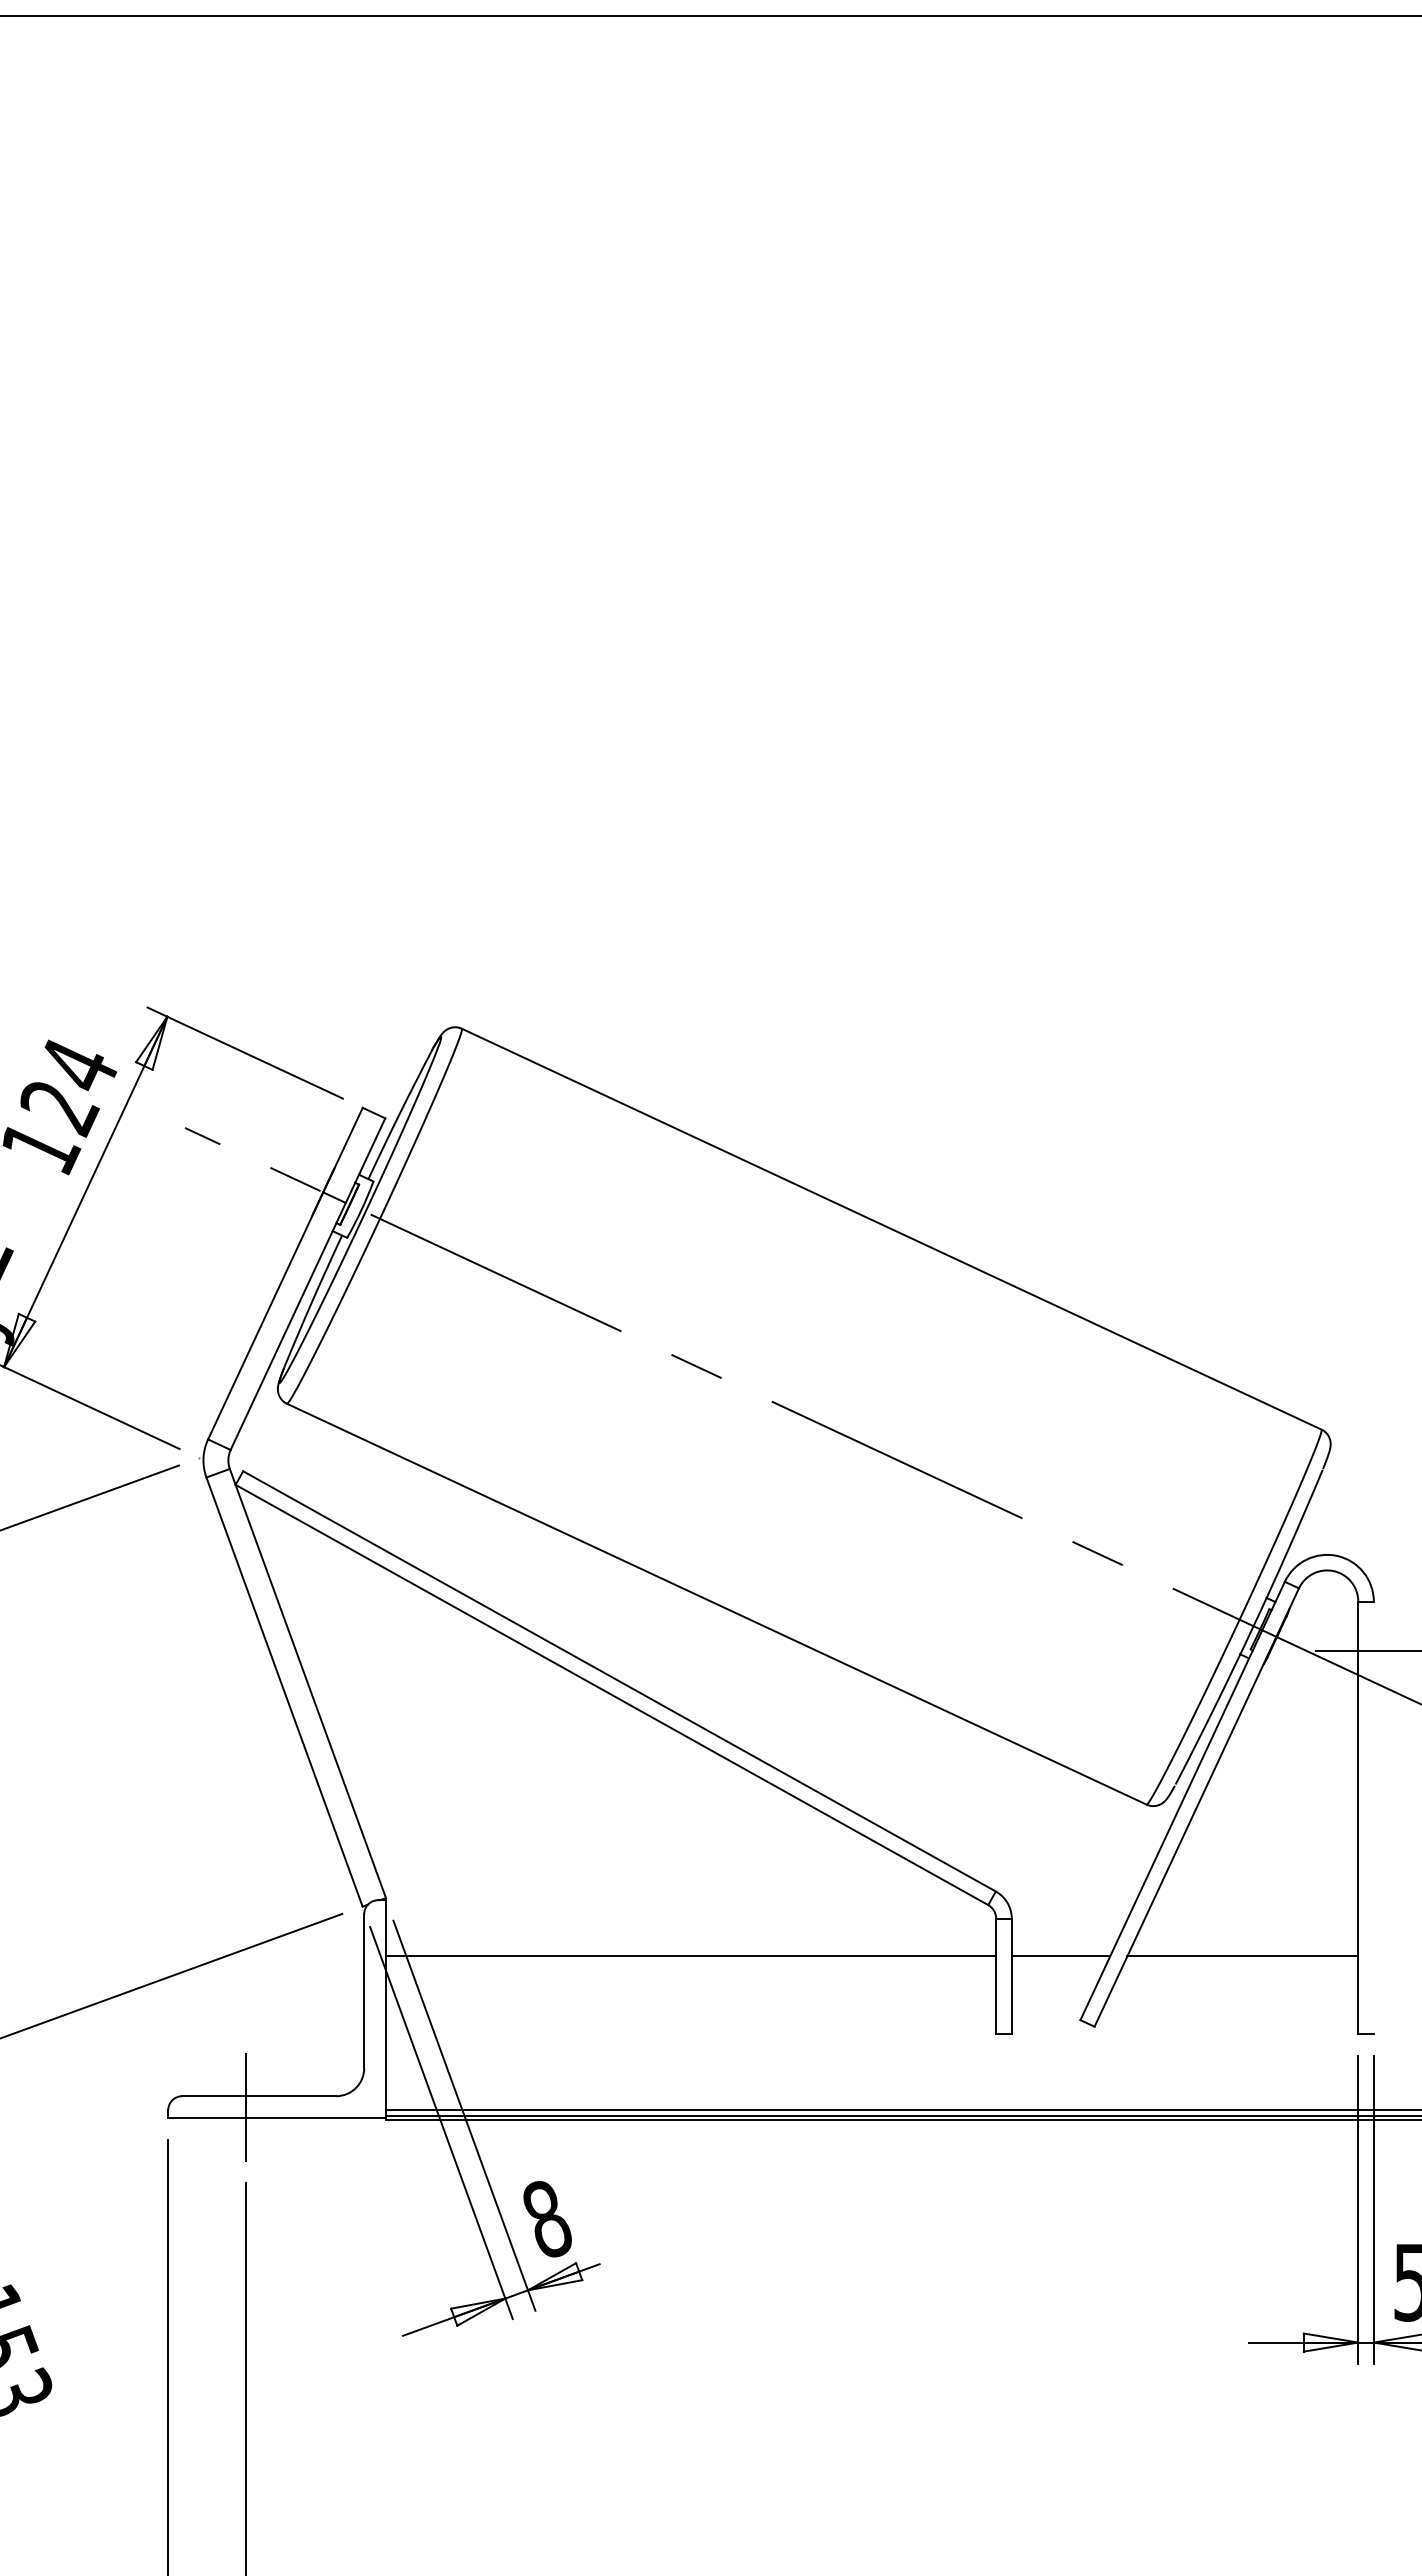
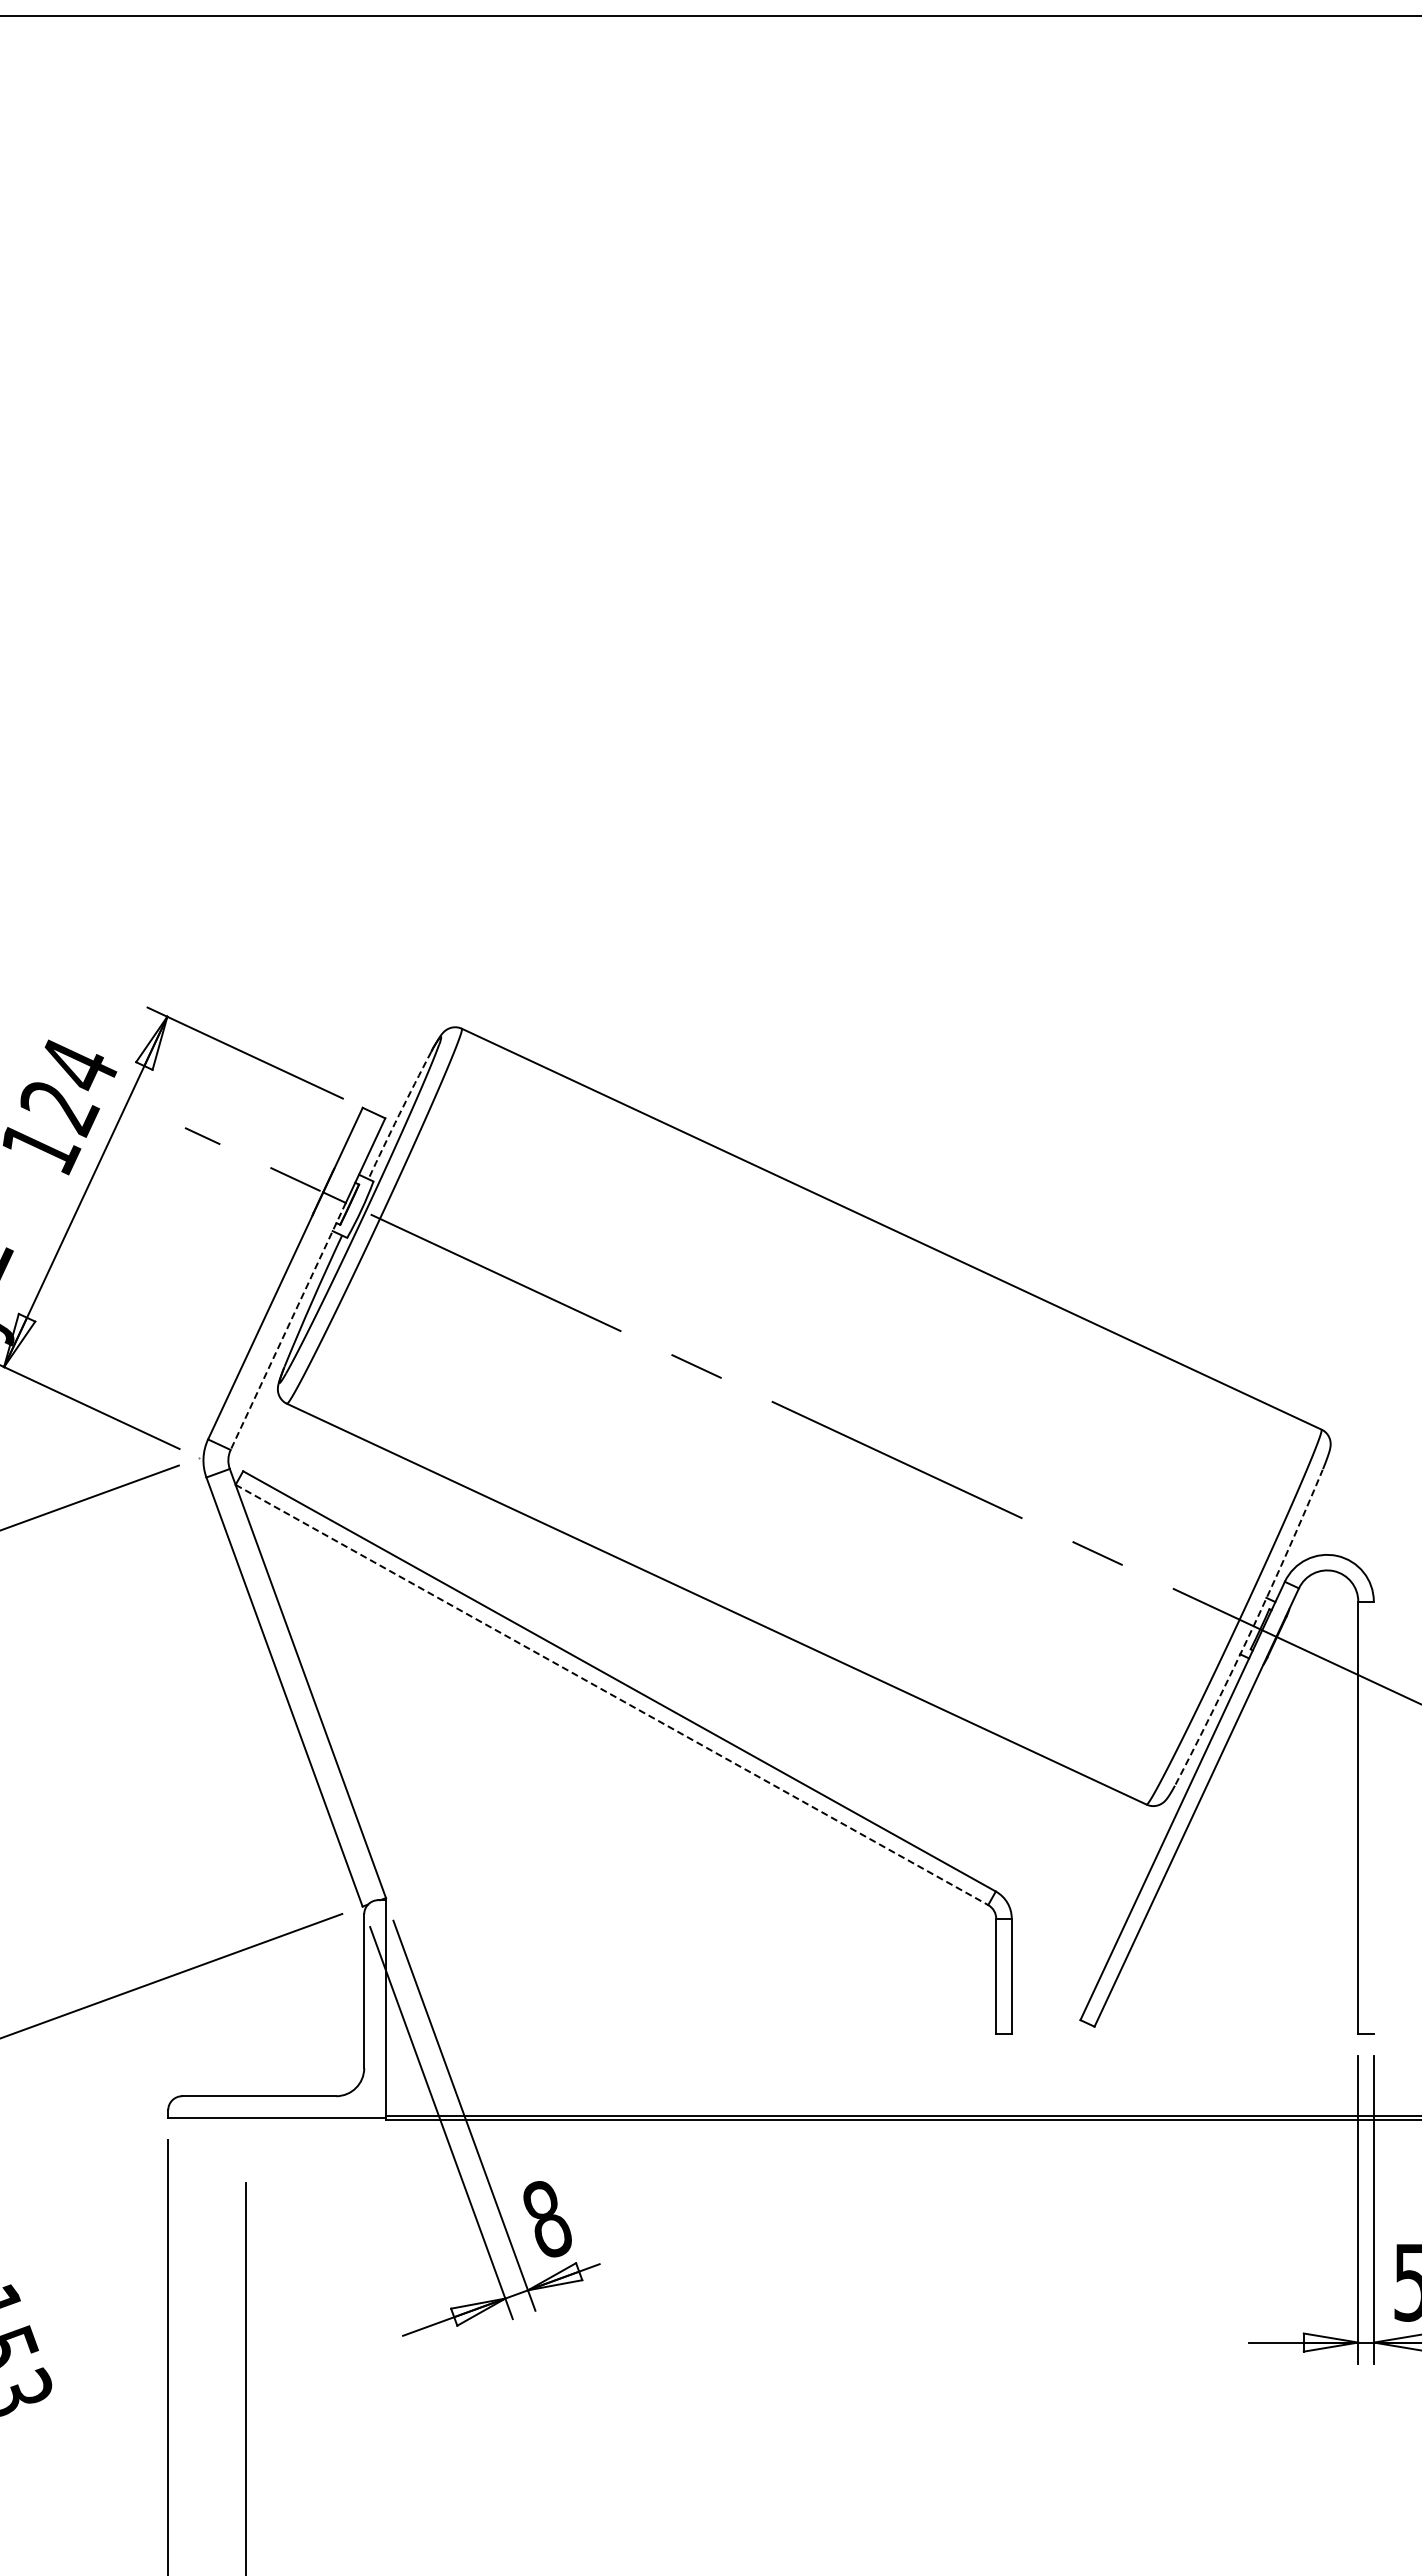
arc at (399, 1115): solid -> dashed
line at (288, 1326): solid -> dashed
arc at (1252, 1628): solid -> dashed
line at (1366, 1651): present -> none
line at (612, 1695): solid -> dashed
line at (691, 1956): present -> none
line at (1060, 1956): present -> none
line at (1242, 1956): present -> none
line at (246, 2106): present -> none
line at (902, 2110): present -> none
